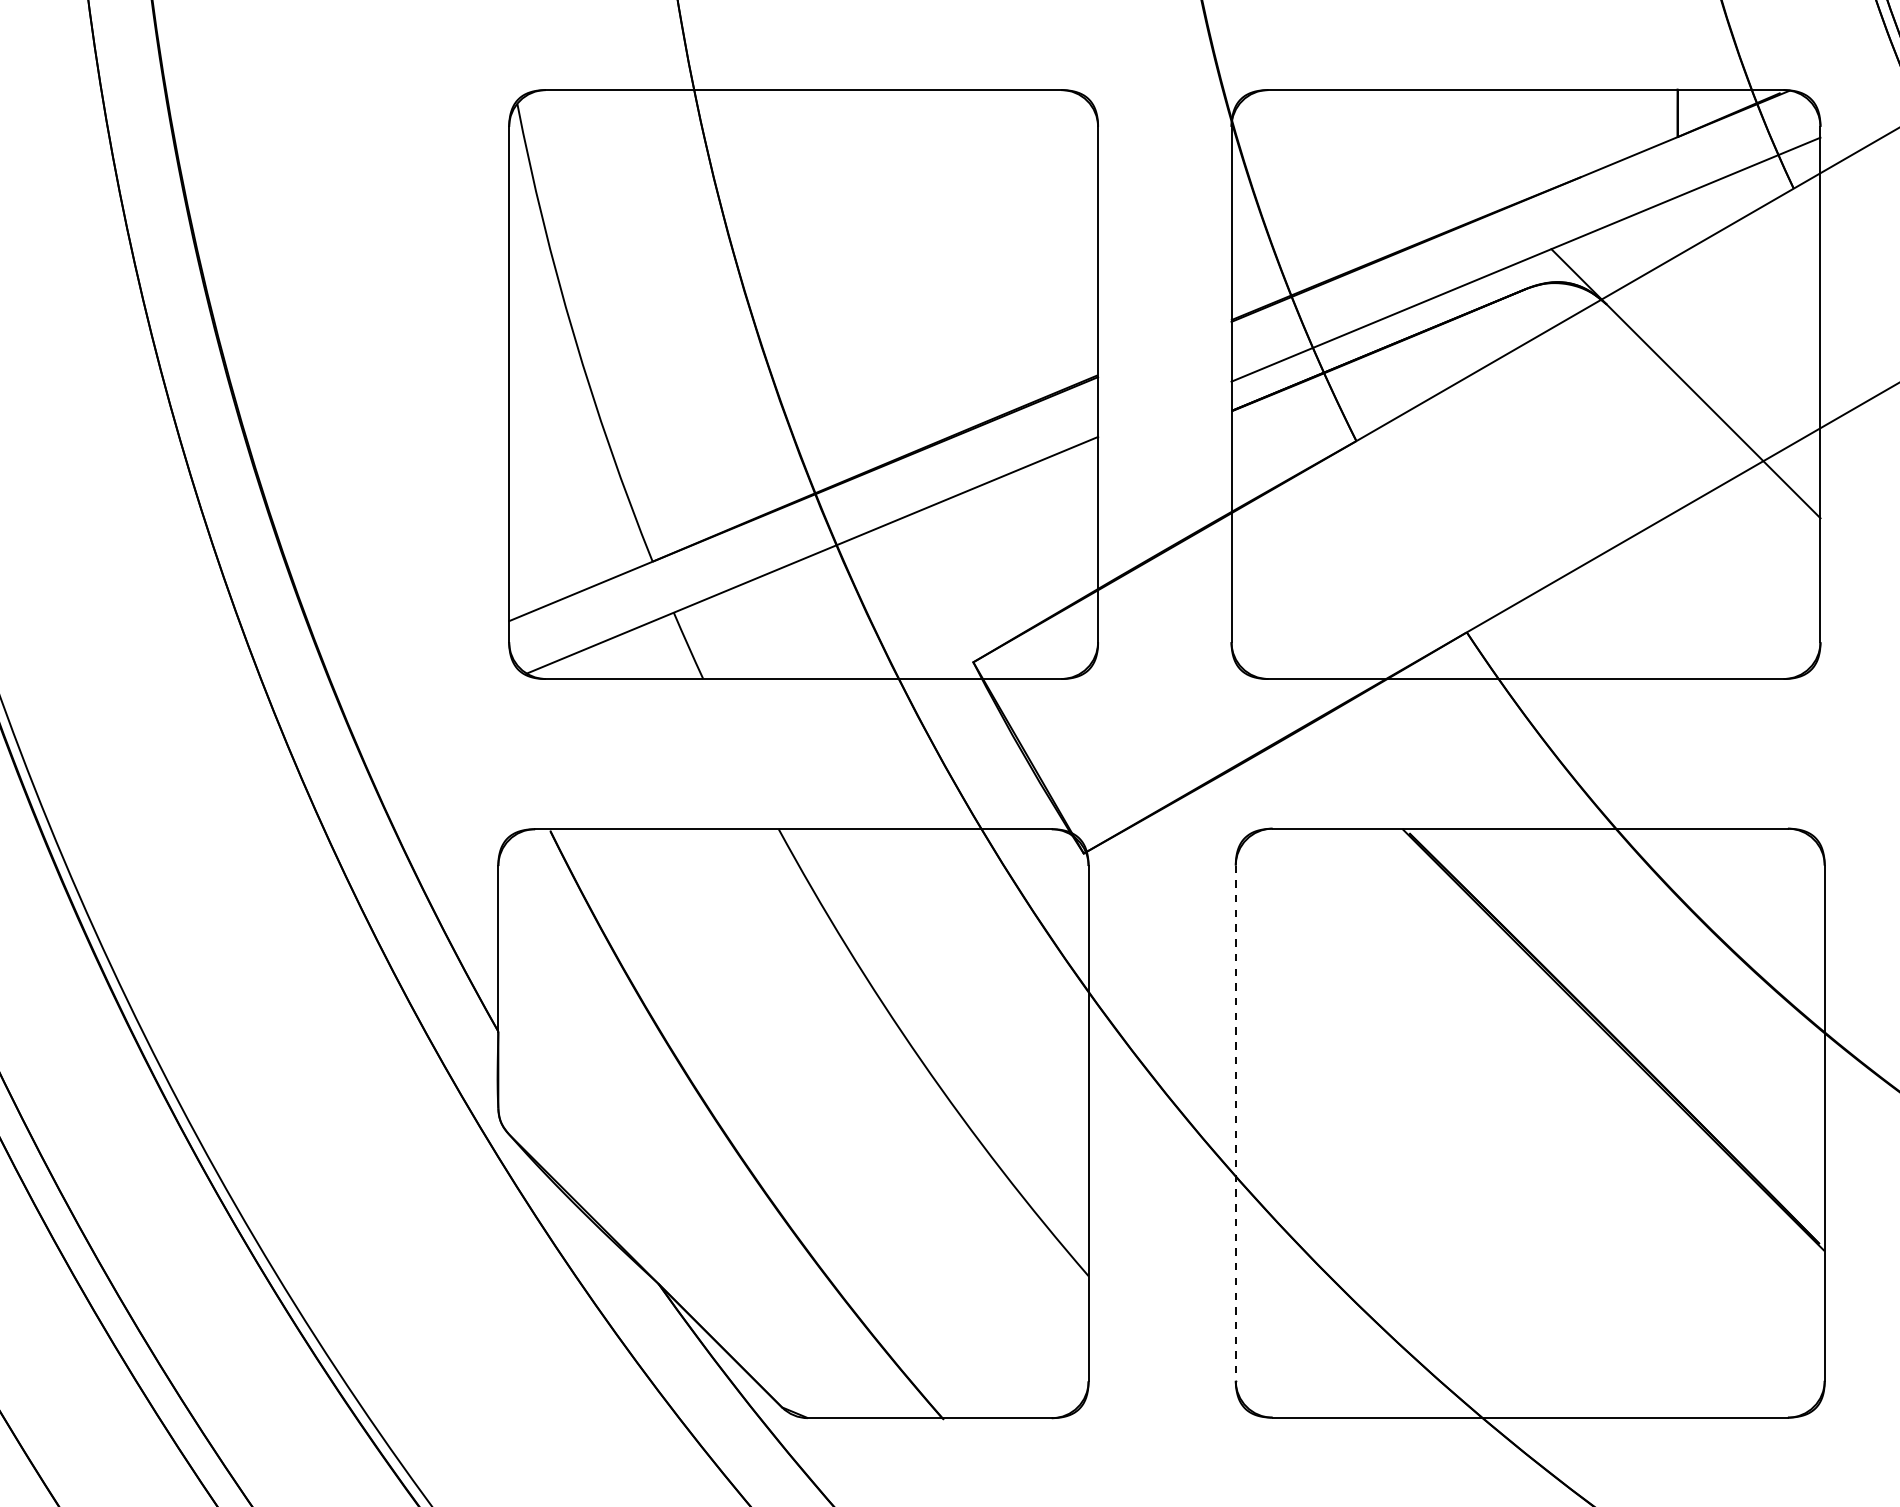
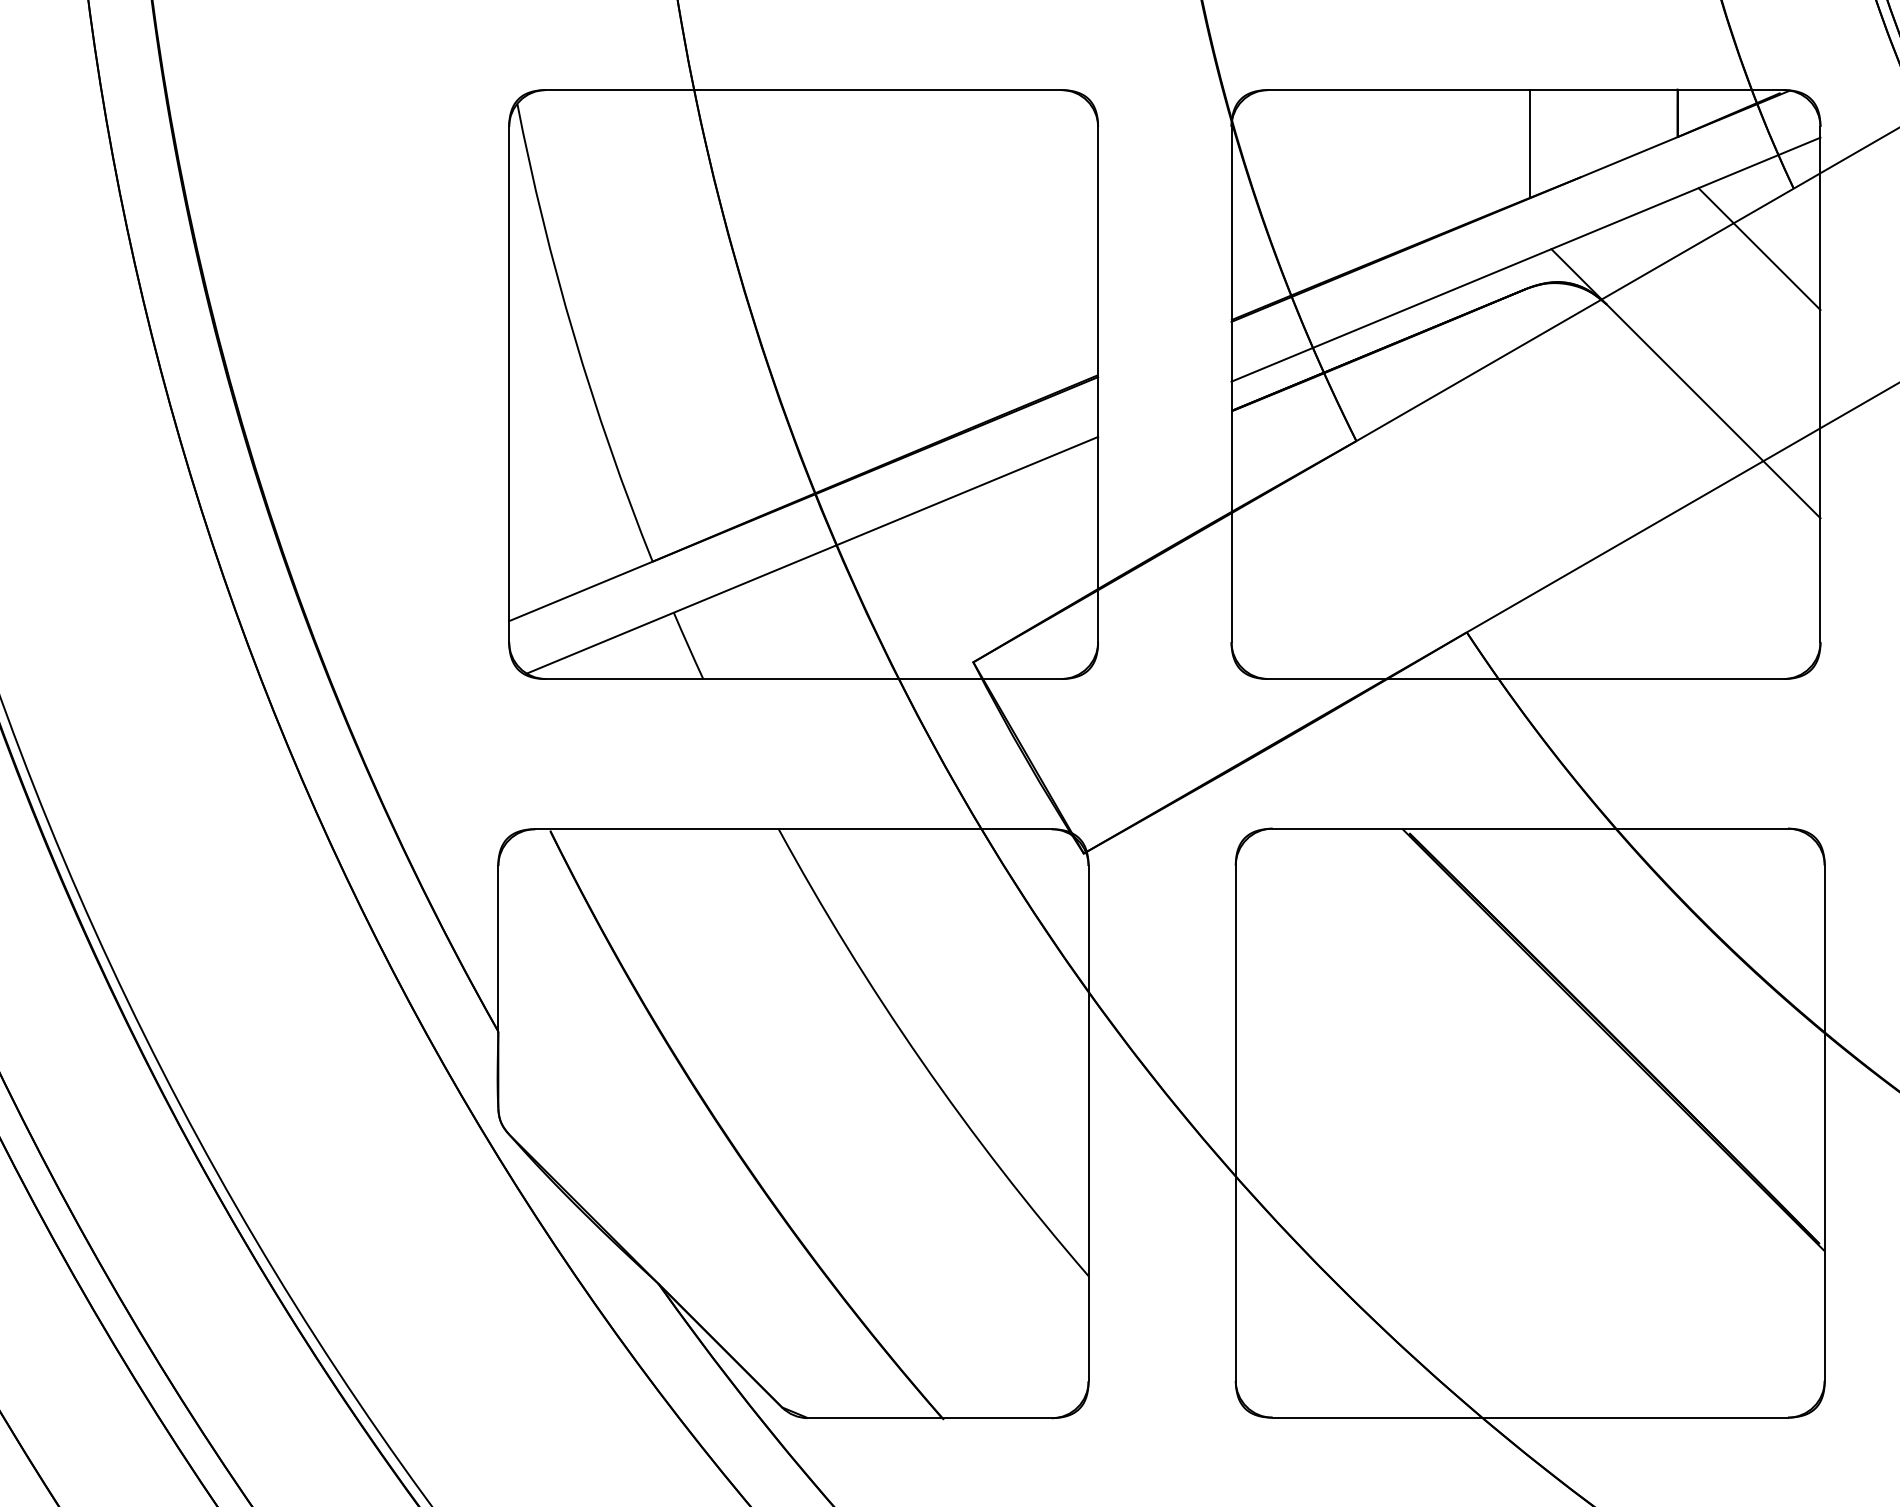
line at (1530, 144): none -> present
line at (1759, 249): none -> present
line at (1235, 1123): dashed -> solid
